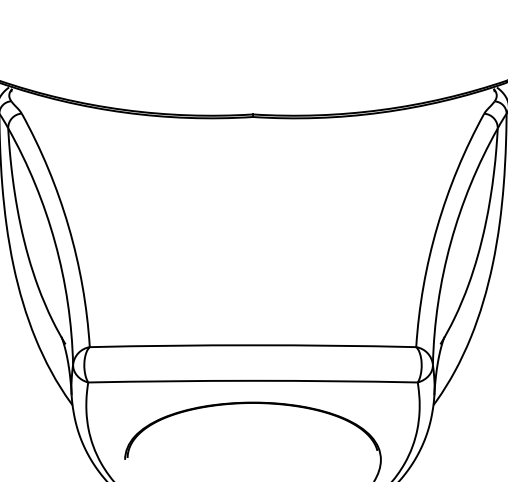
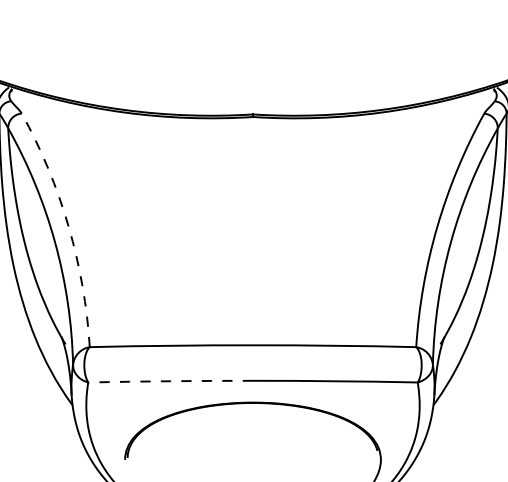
arc at (68, 226): solid -> dashed
arc at (170, 381): solid -> dashed
